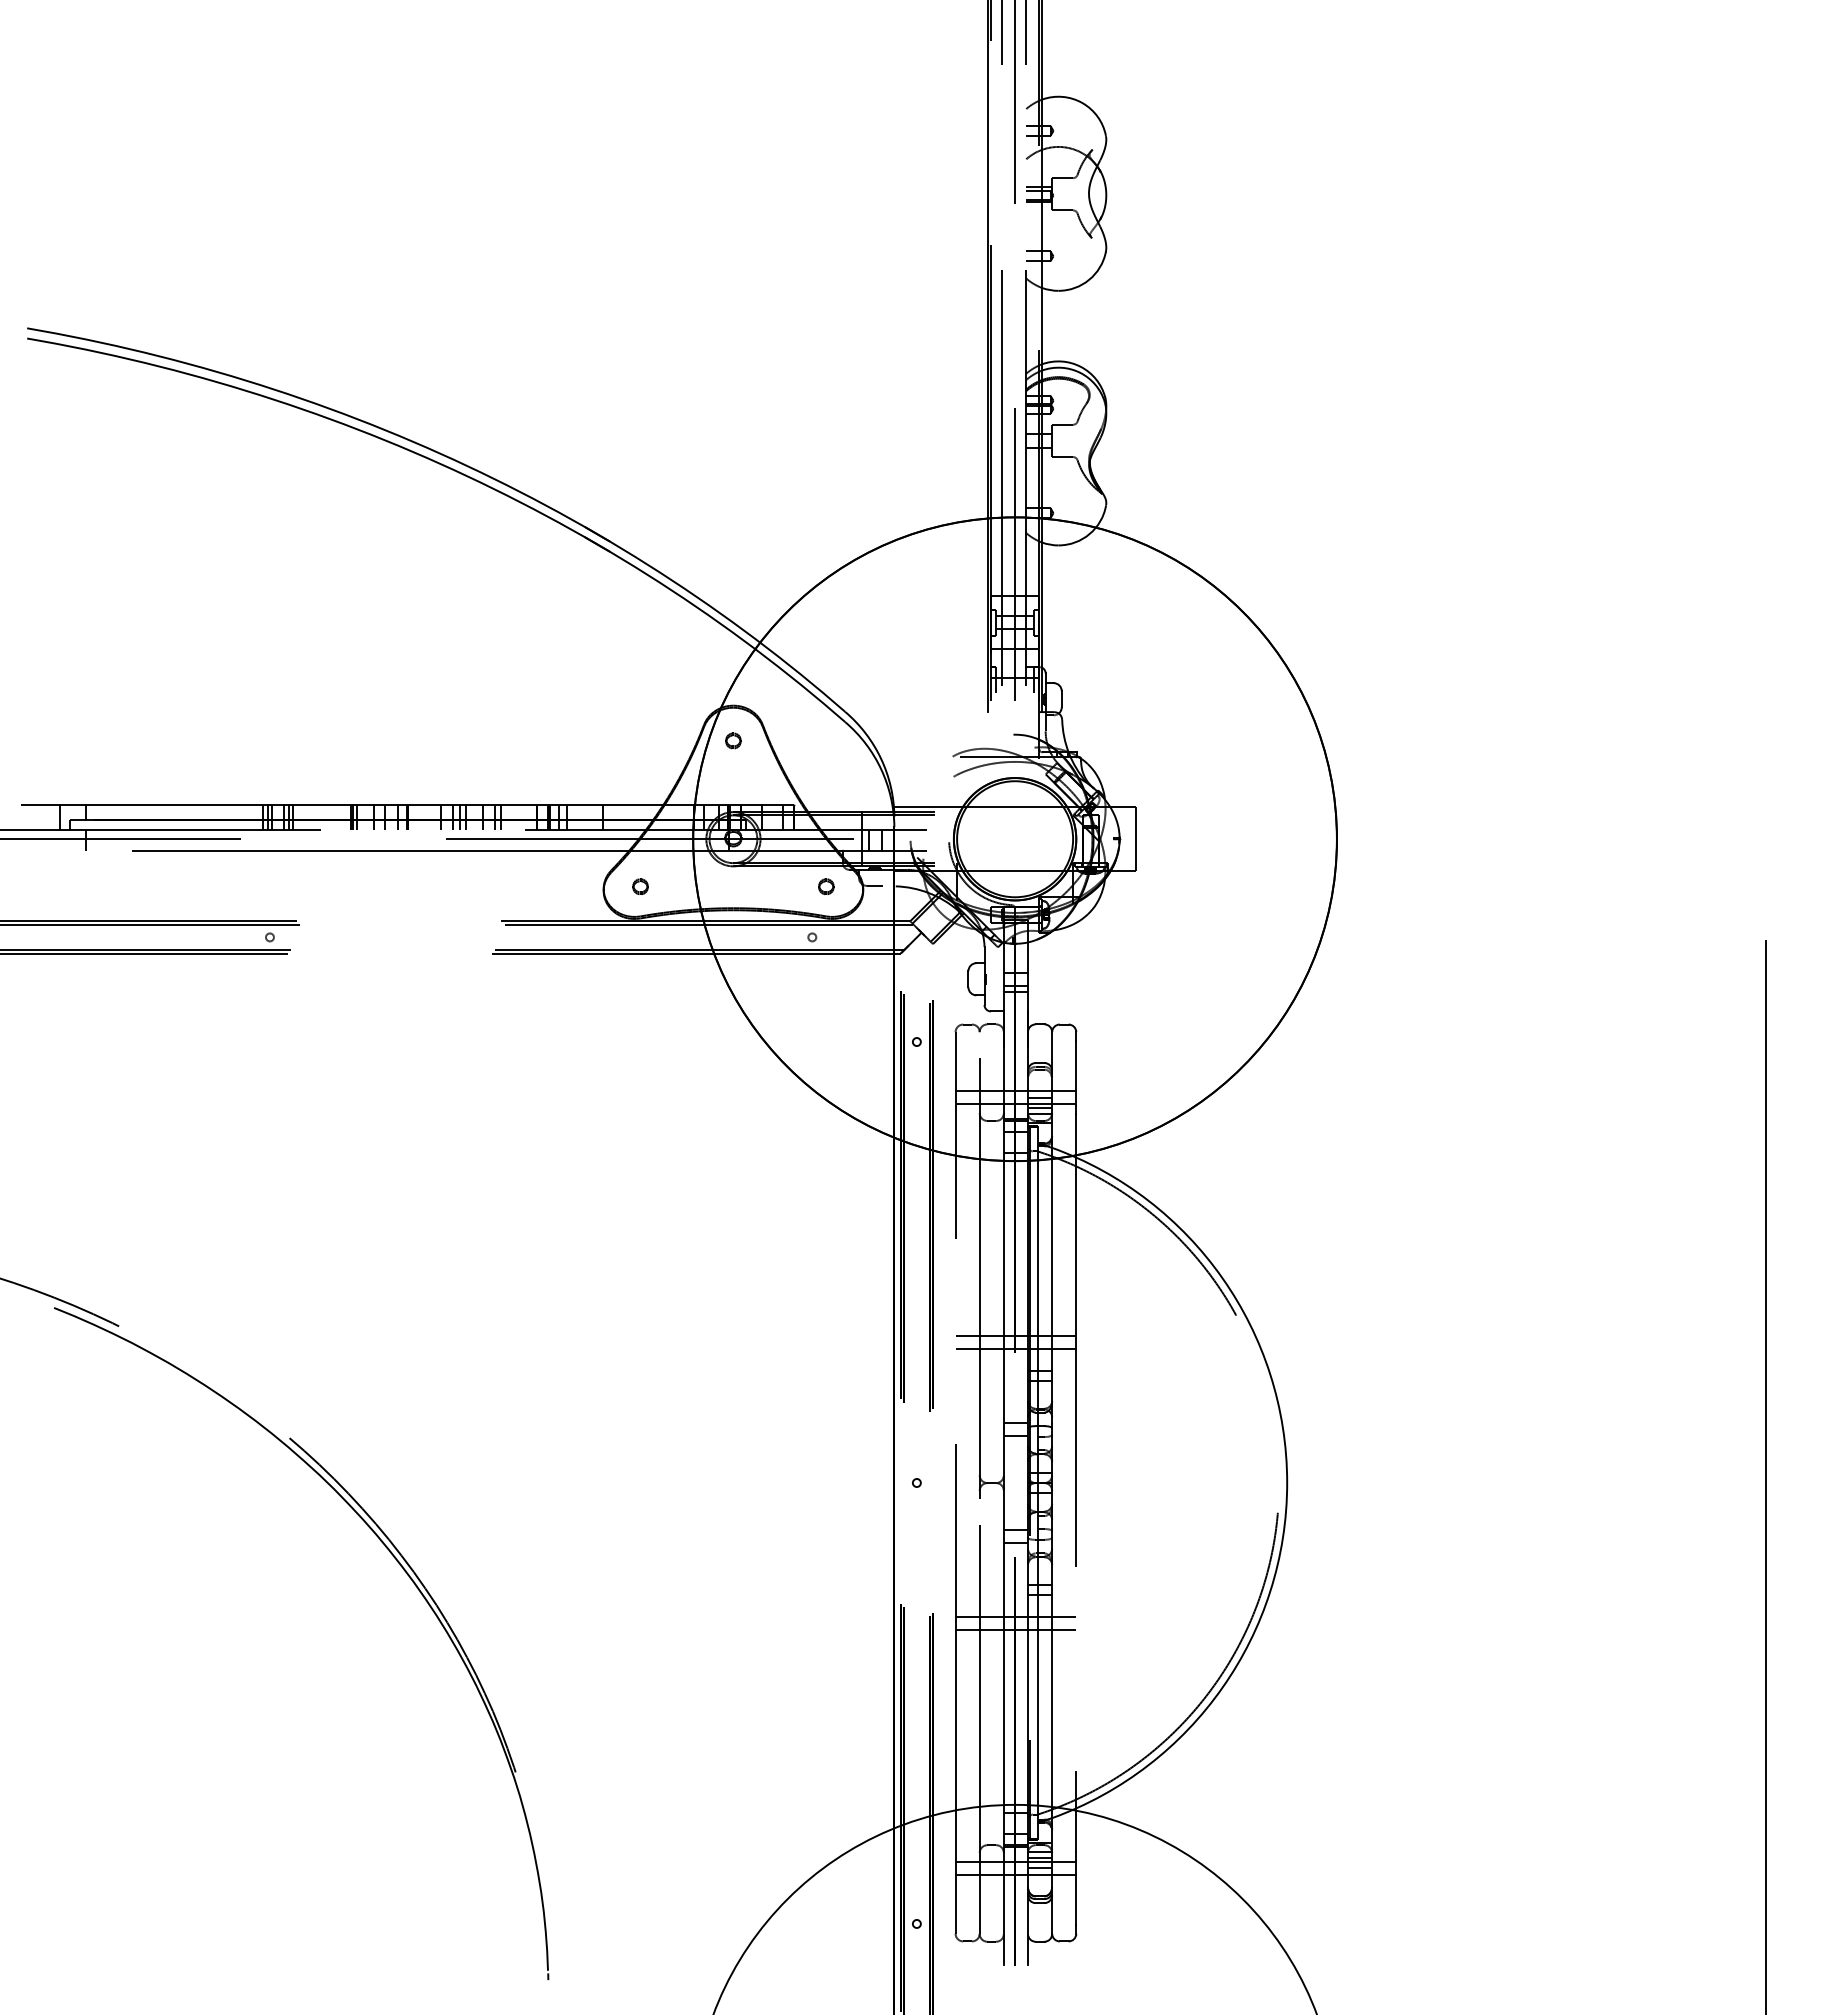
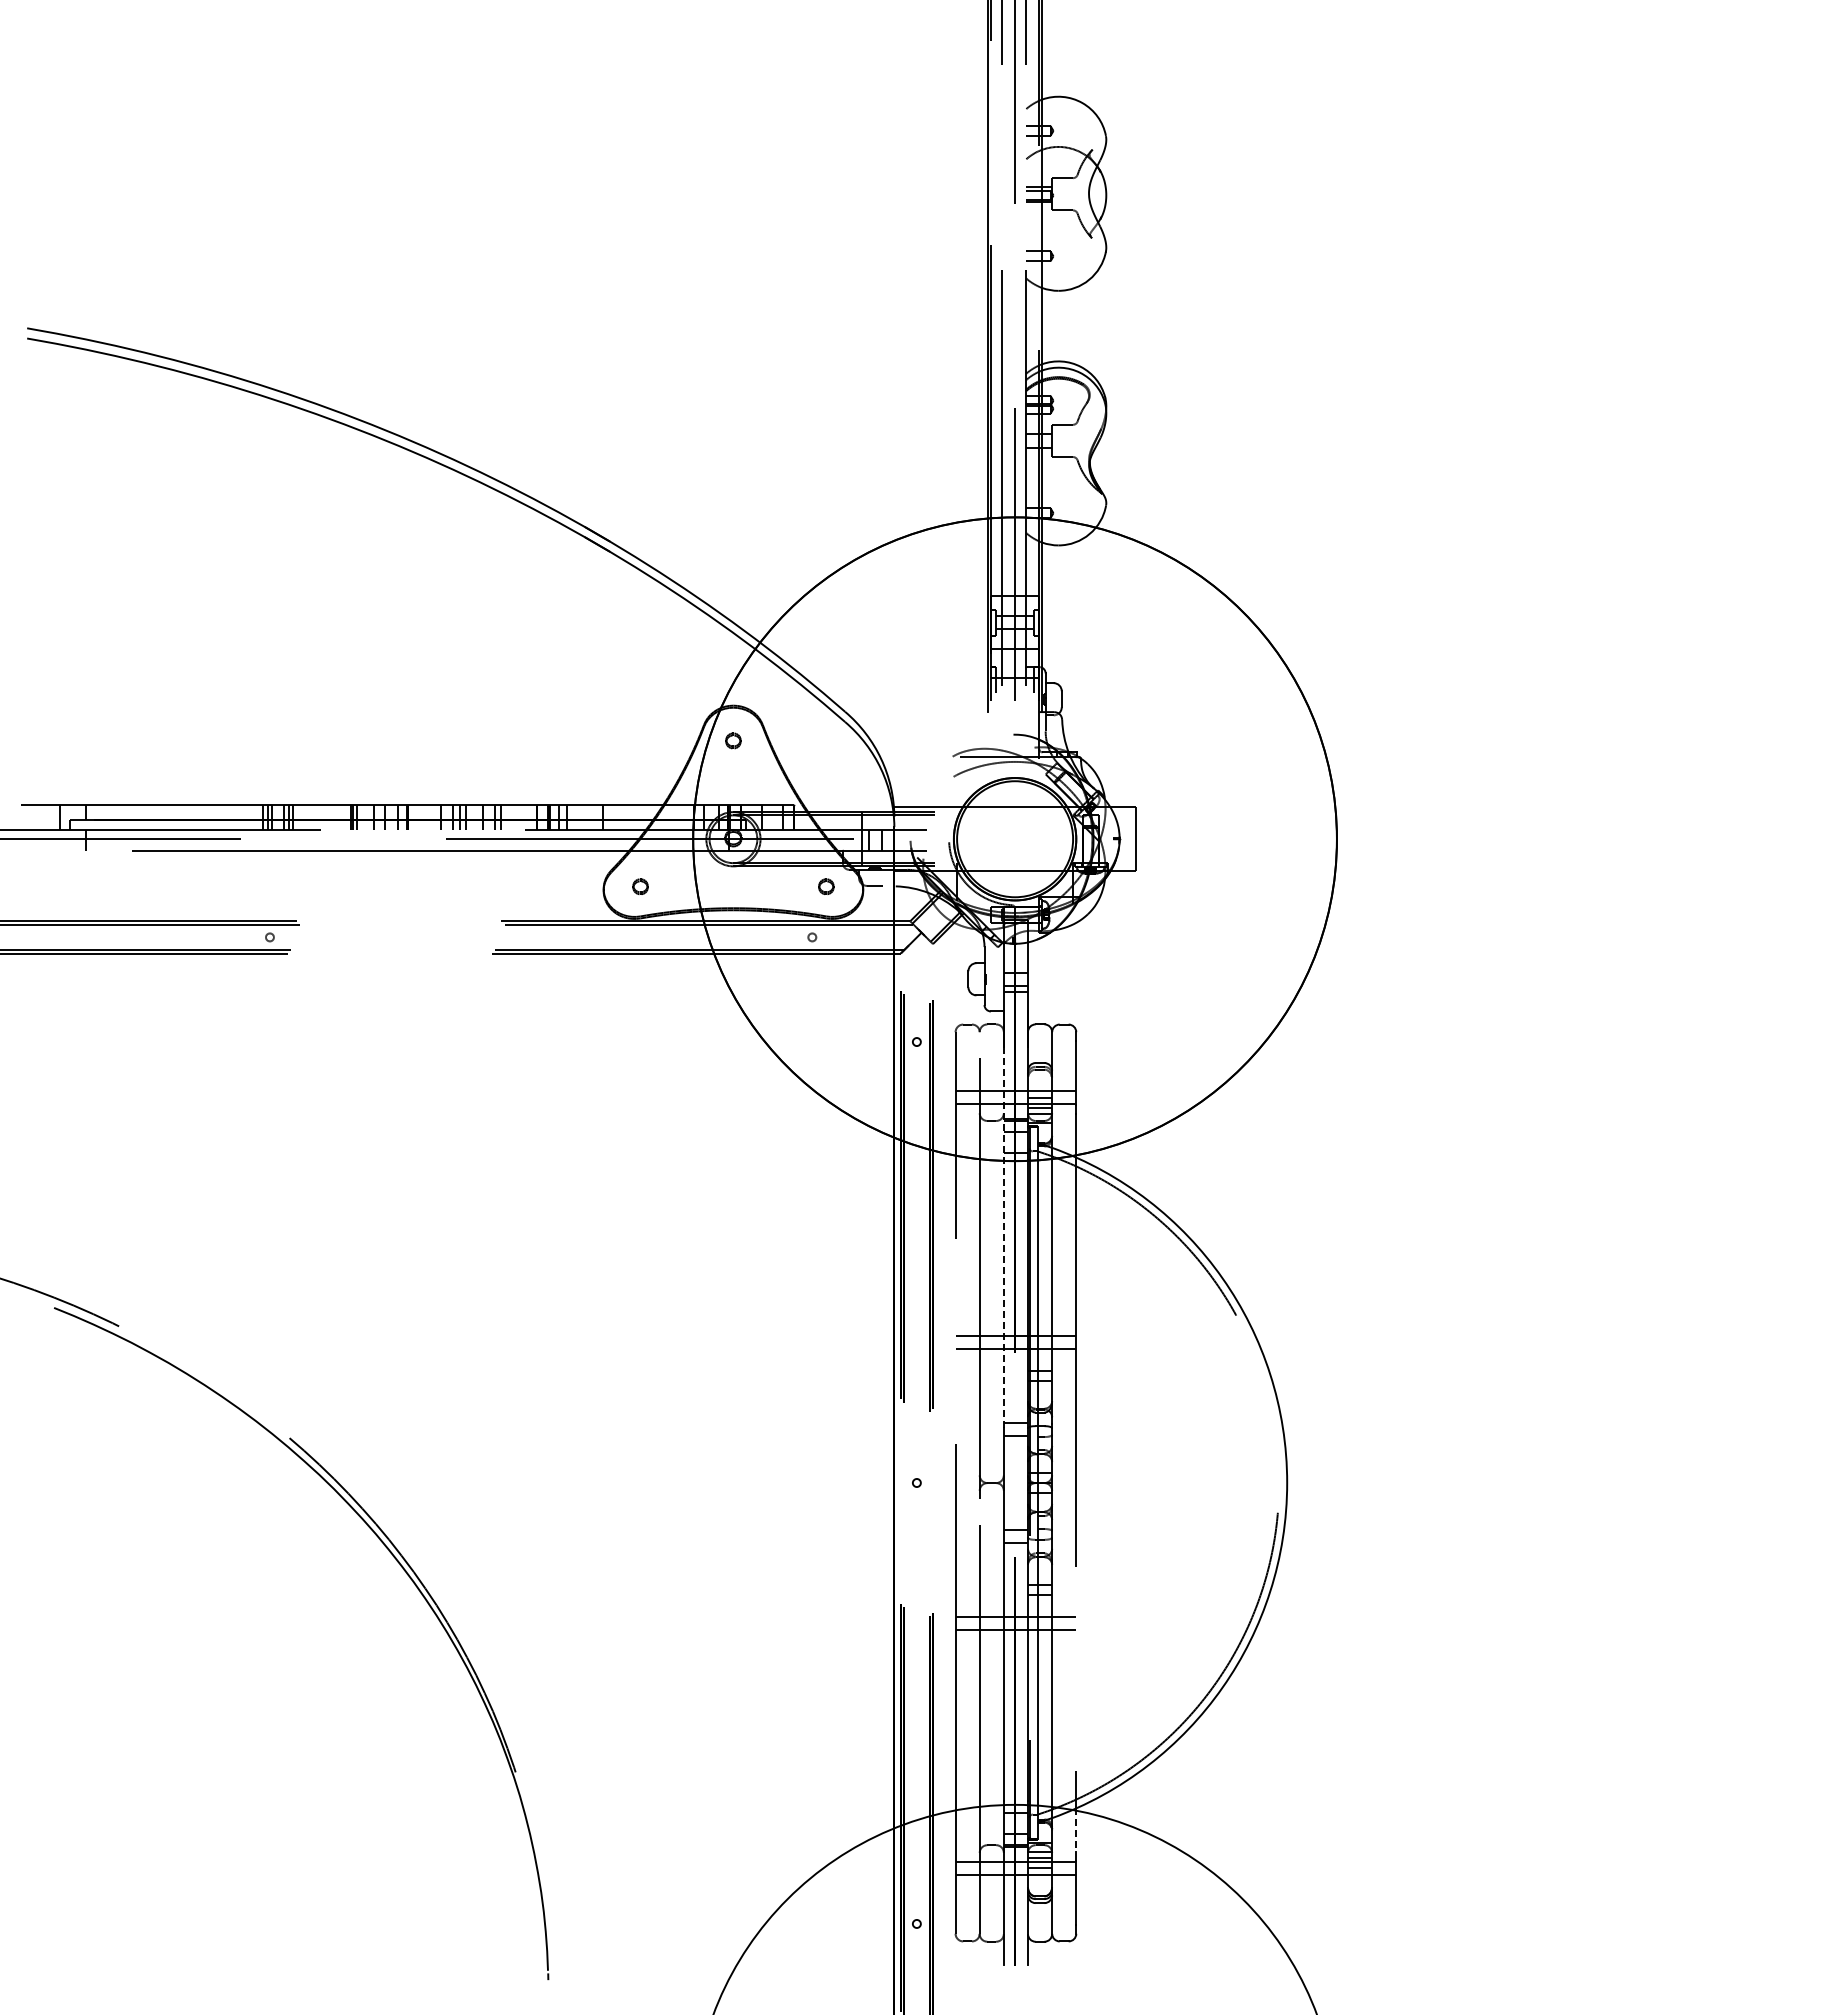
line at (1003, 1238): solid -> dashed
line at (1766, 1475): present -> none
line at (1076, 1830): solid -> dashed
